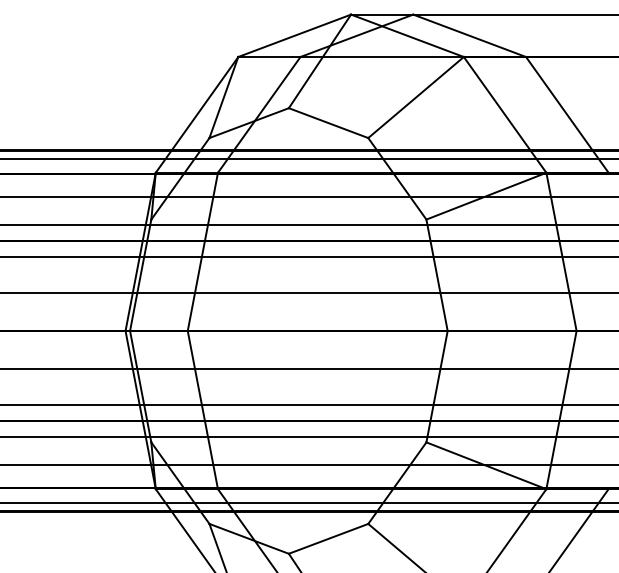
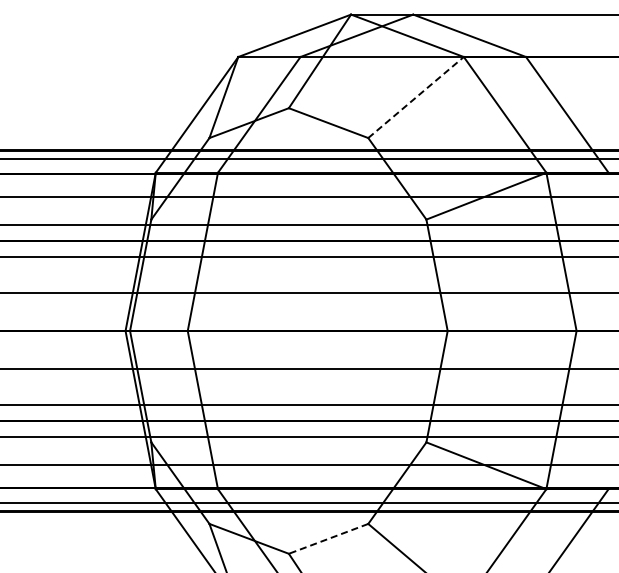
line at (416, 97): solid -> dashed
line at (328, 539): solid -> dashed
